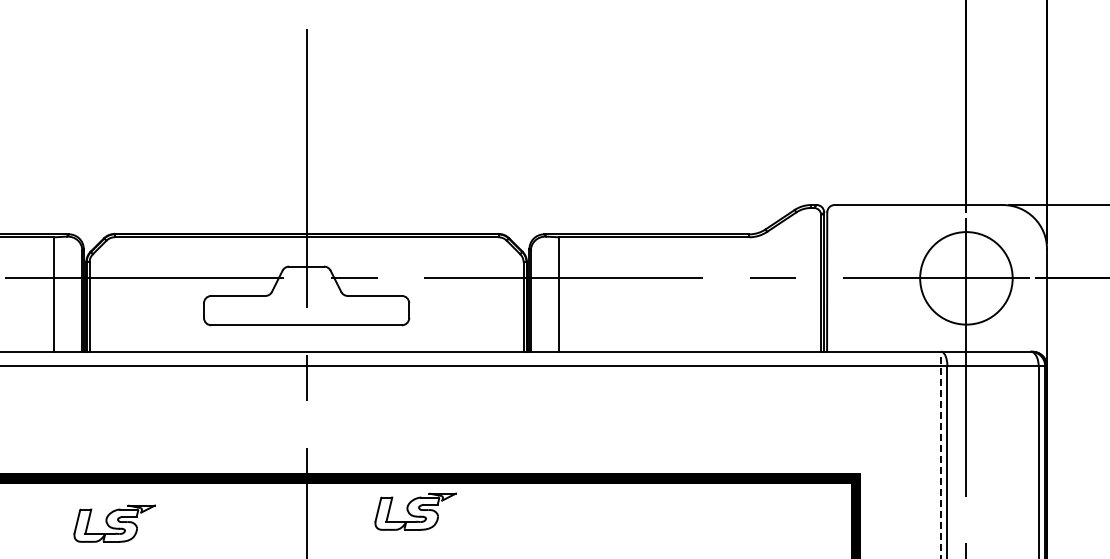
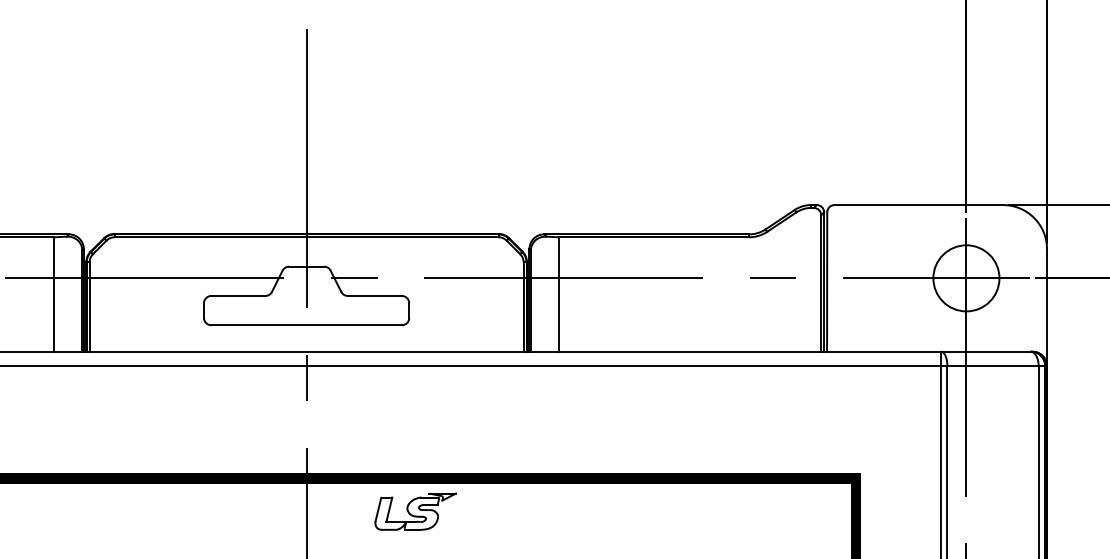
circle at (966, 278) diameter: 93 px -> 66 px
line at (941, 454): dashed -> solid
part at (114, 523): present -> none
